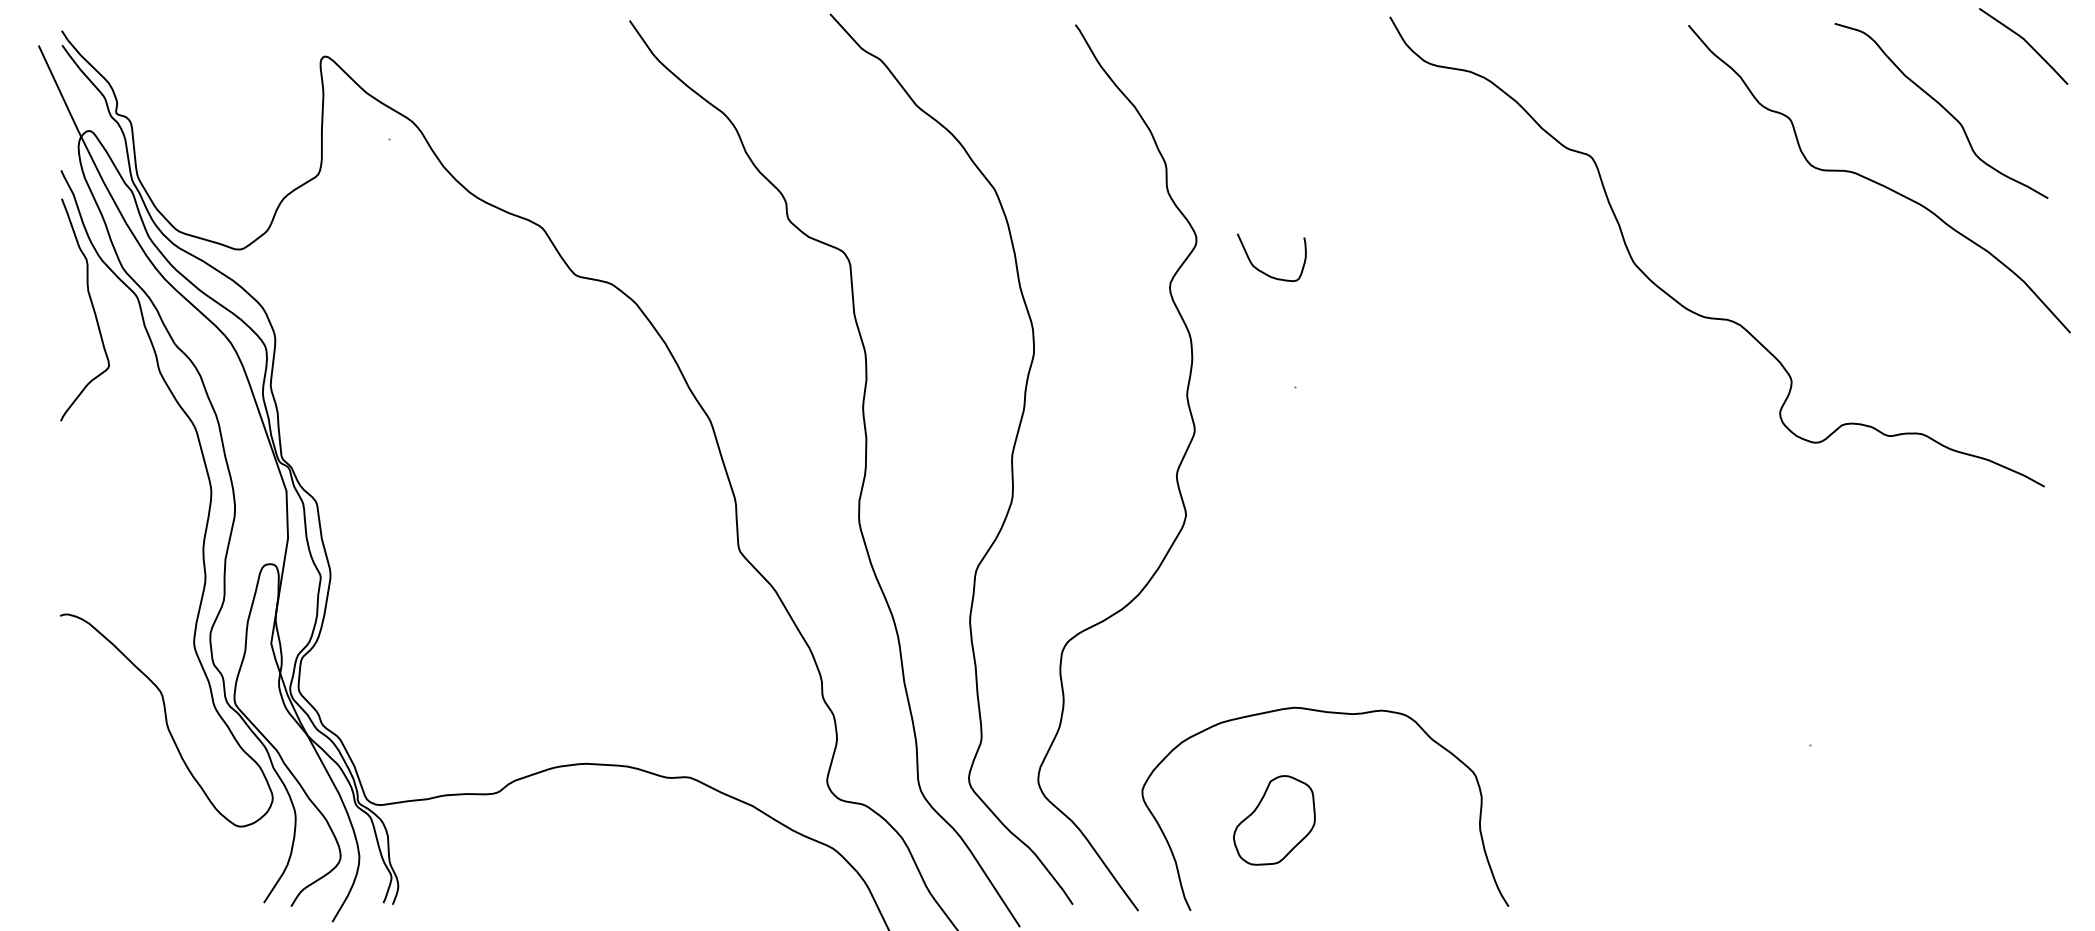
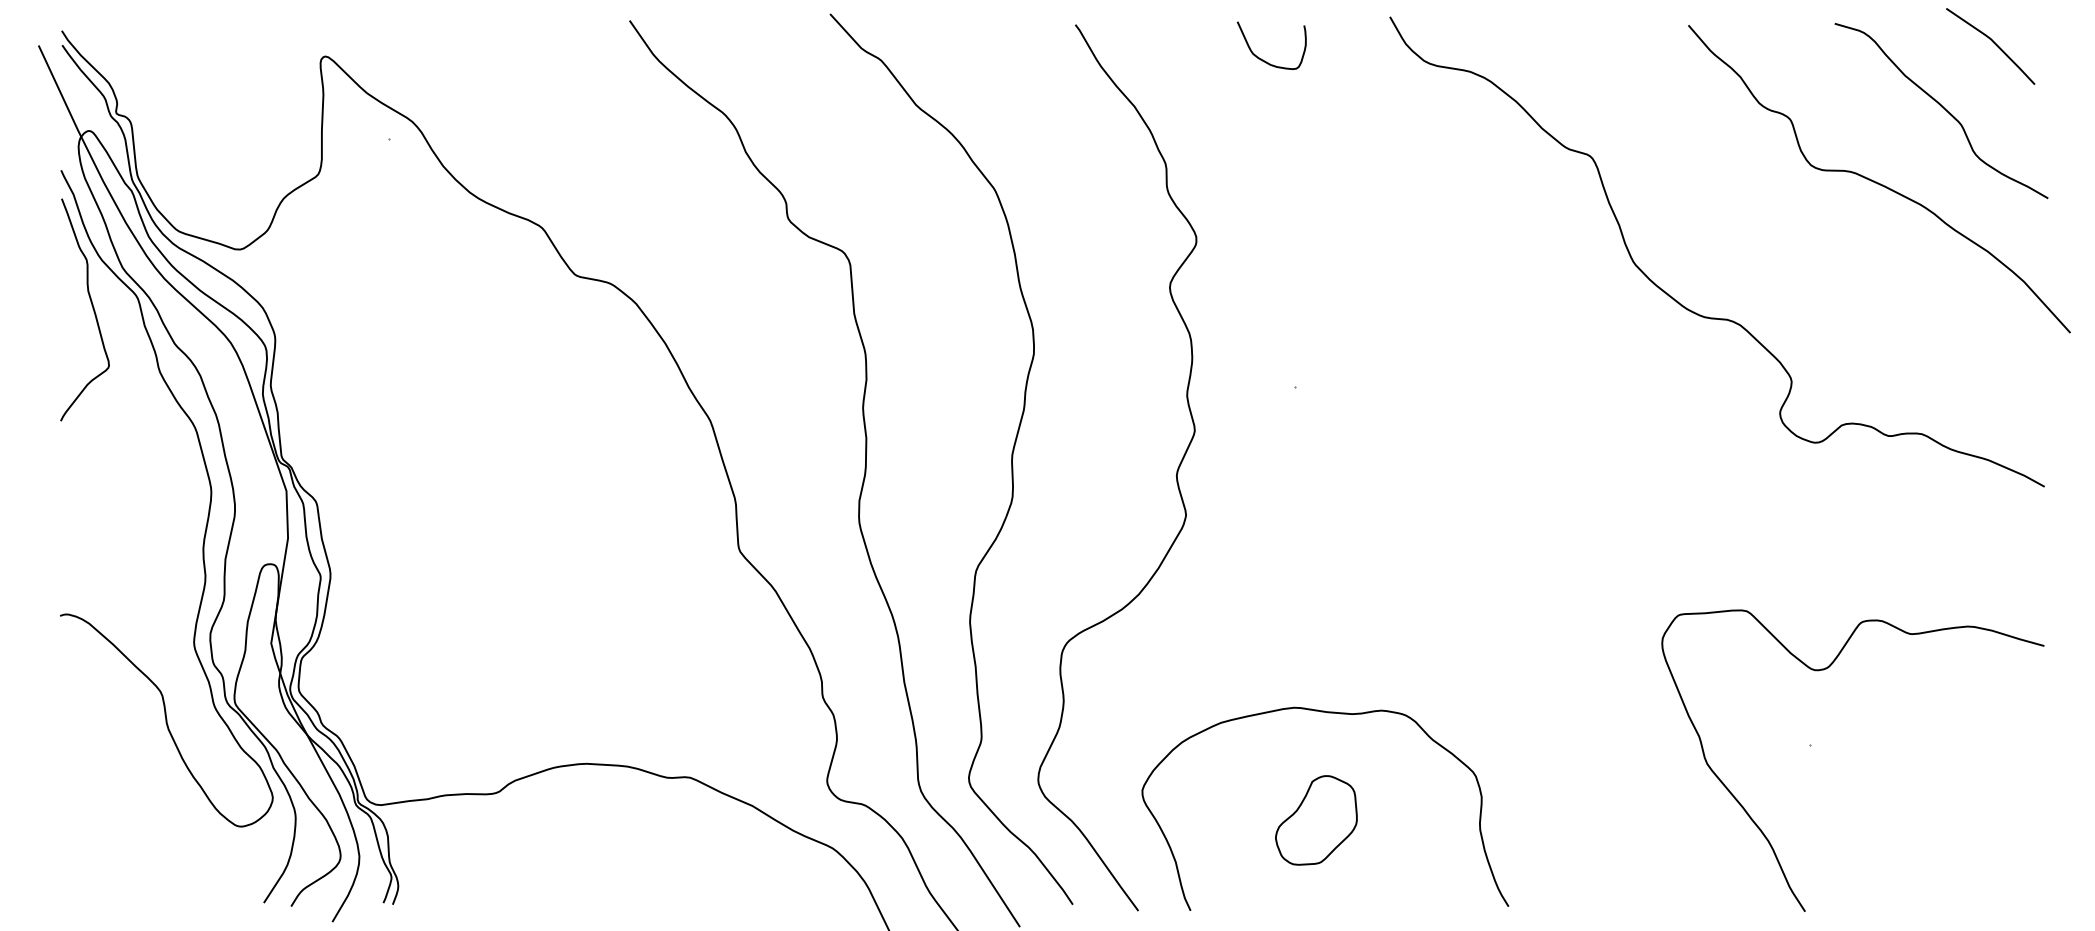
line at (2026, 43) position: (2026, 43) -> (1993, 43)
curve at (1263, 271) position: (1263, 271) -> (1263, 59)
curve at (1823, 670): none -> present
part at (1274, 820) position: (1274, 820) -> (1316, 820)
